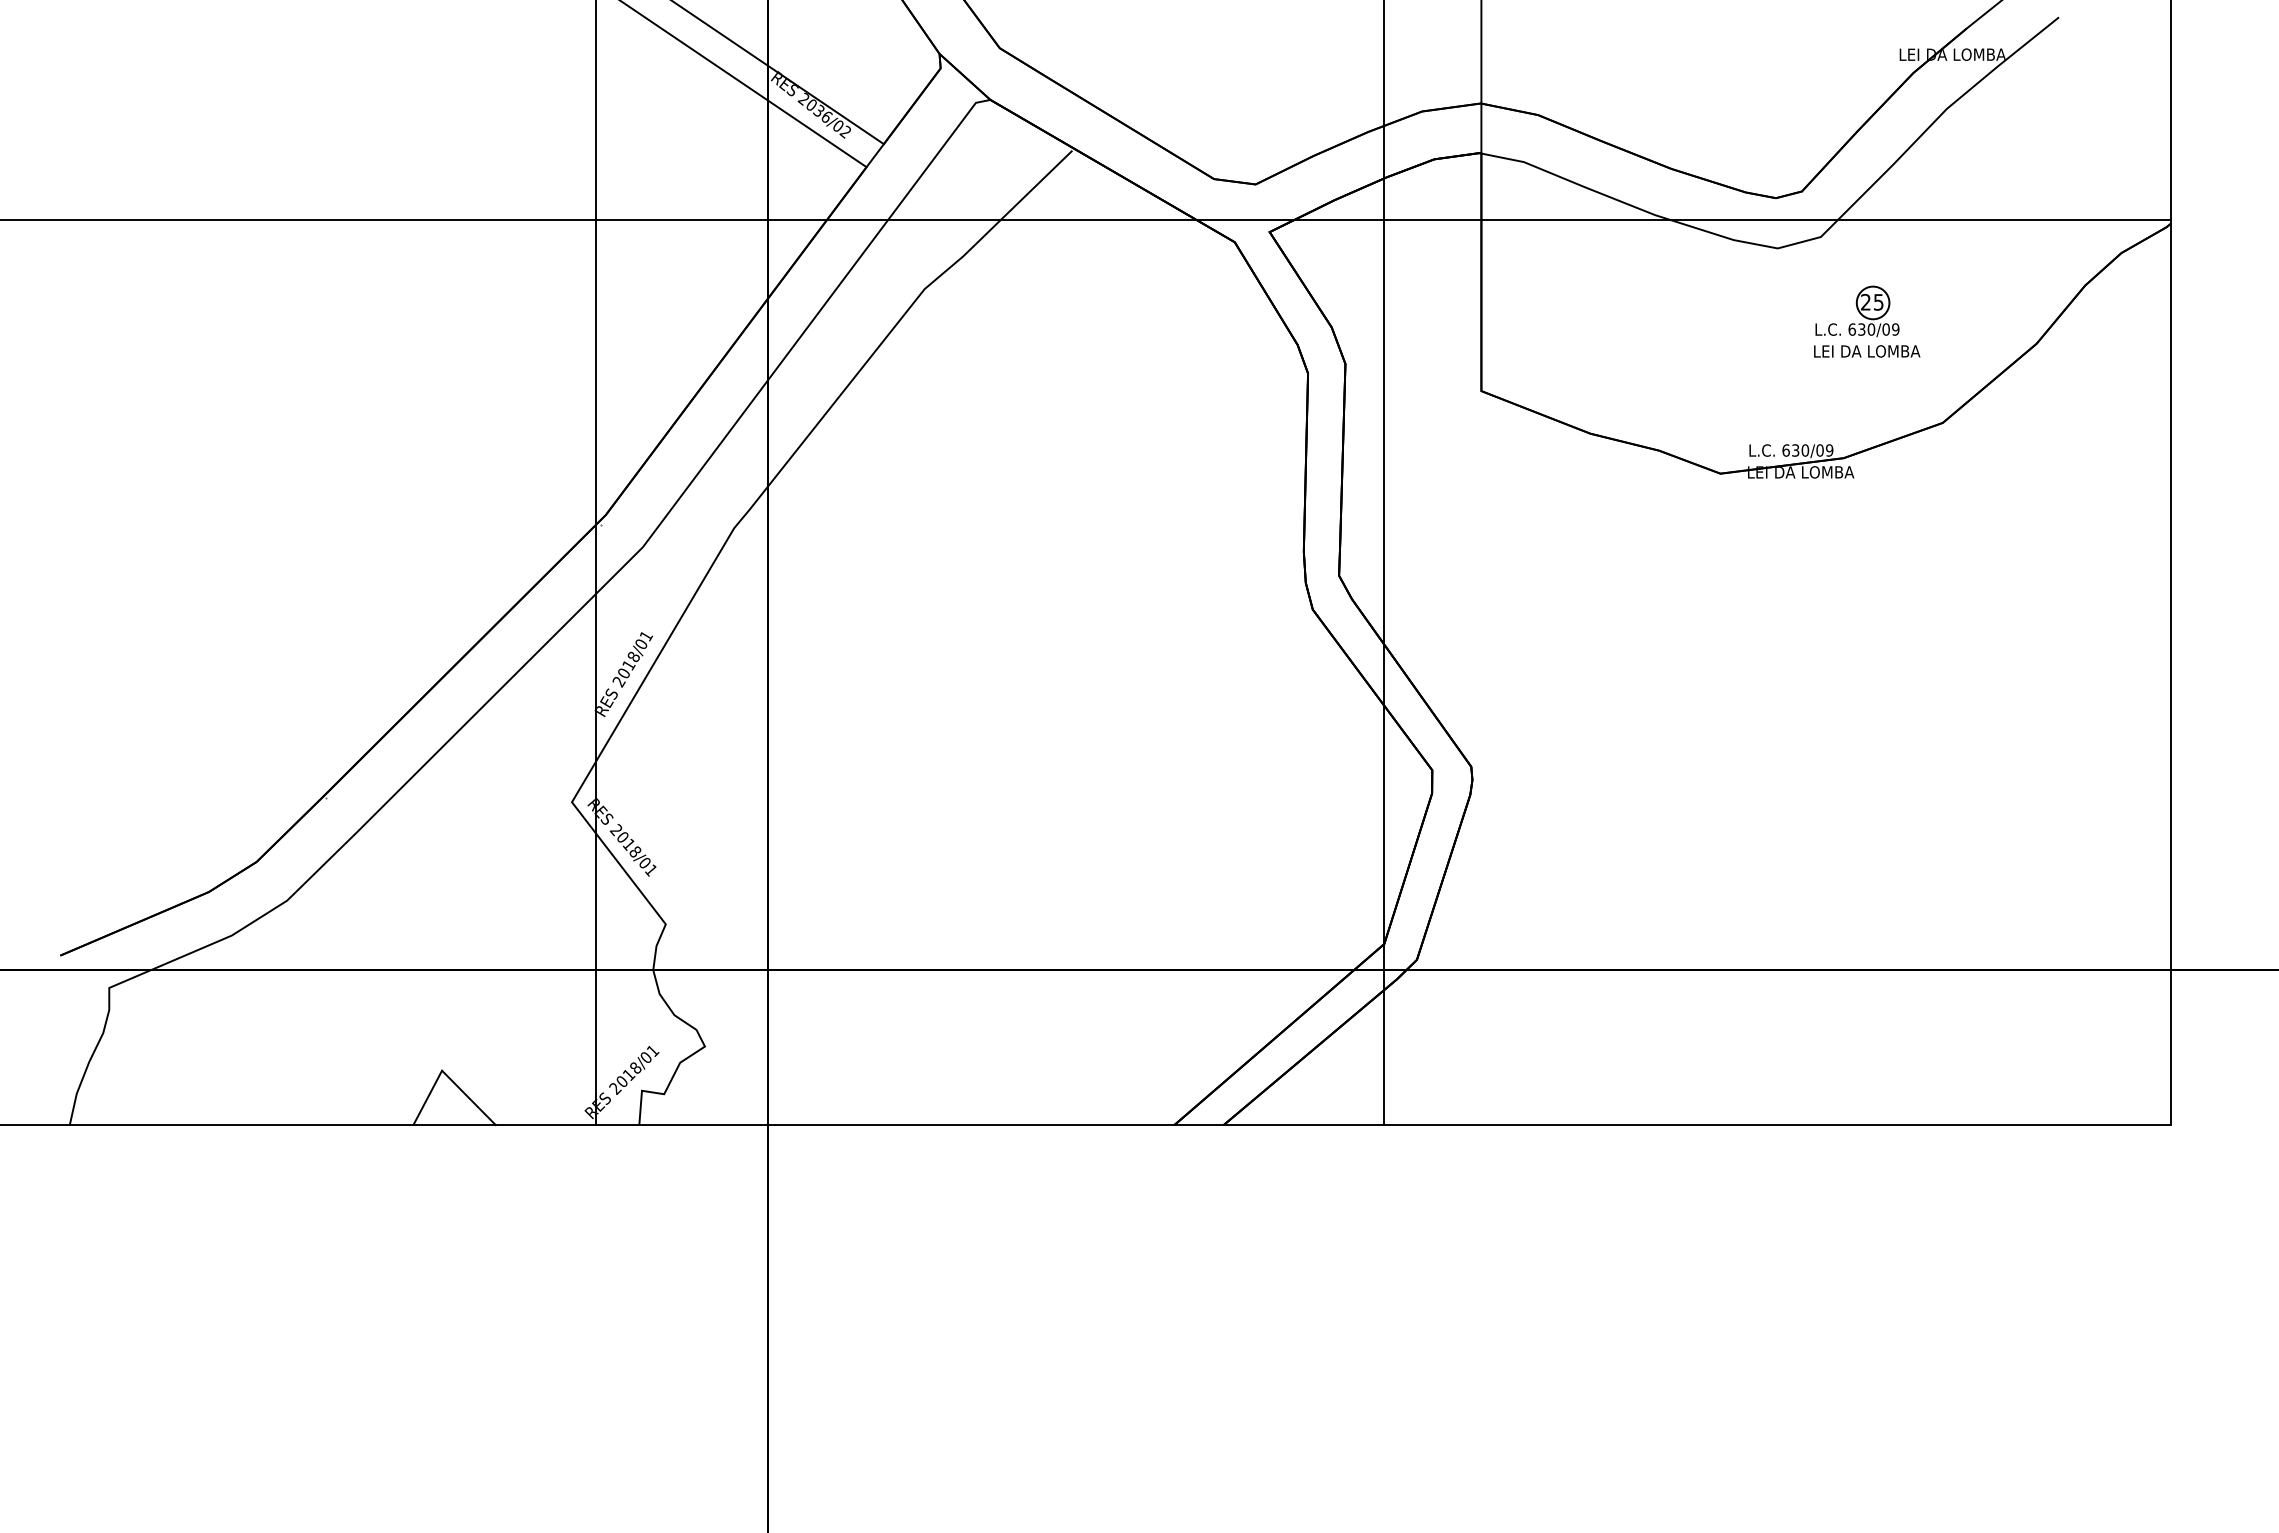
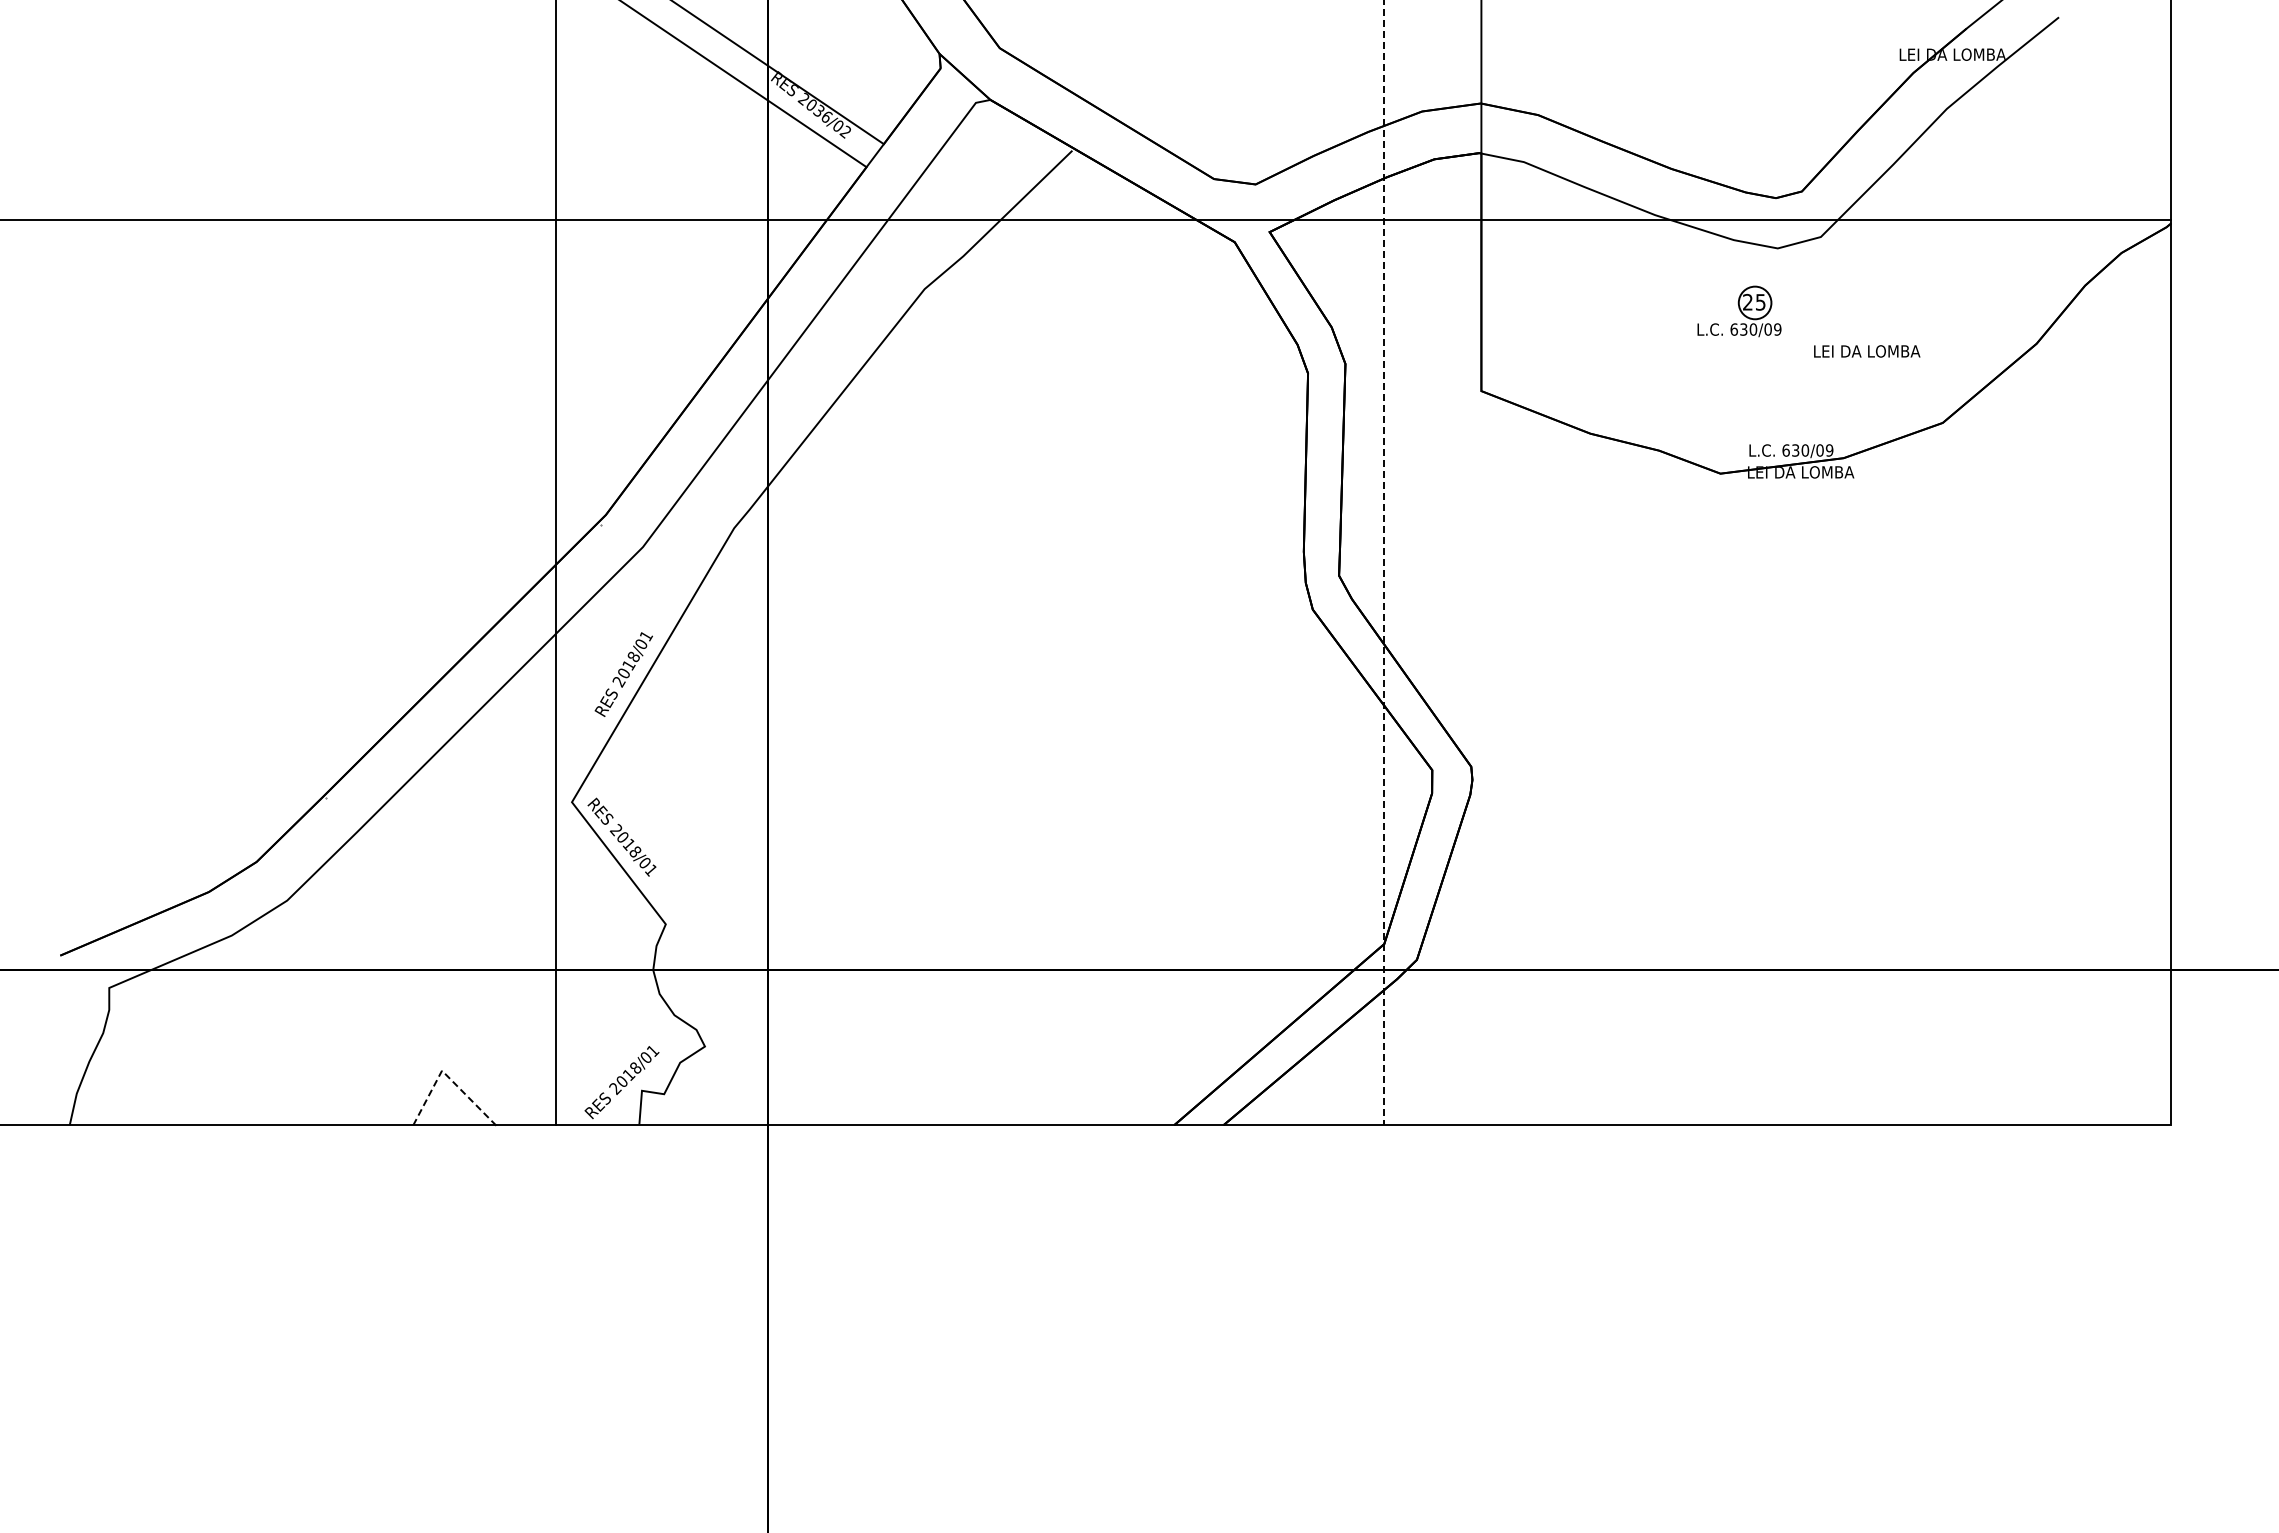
part at (1857, 311) position: (1857, 311) -> (1739, 311)
line at (595, 563) position: (595, 563) -> (555, 563)
line at (1383, 563): solid -> dashed
line at (446, 1075): solid -> dashed
